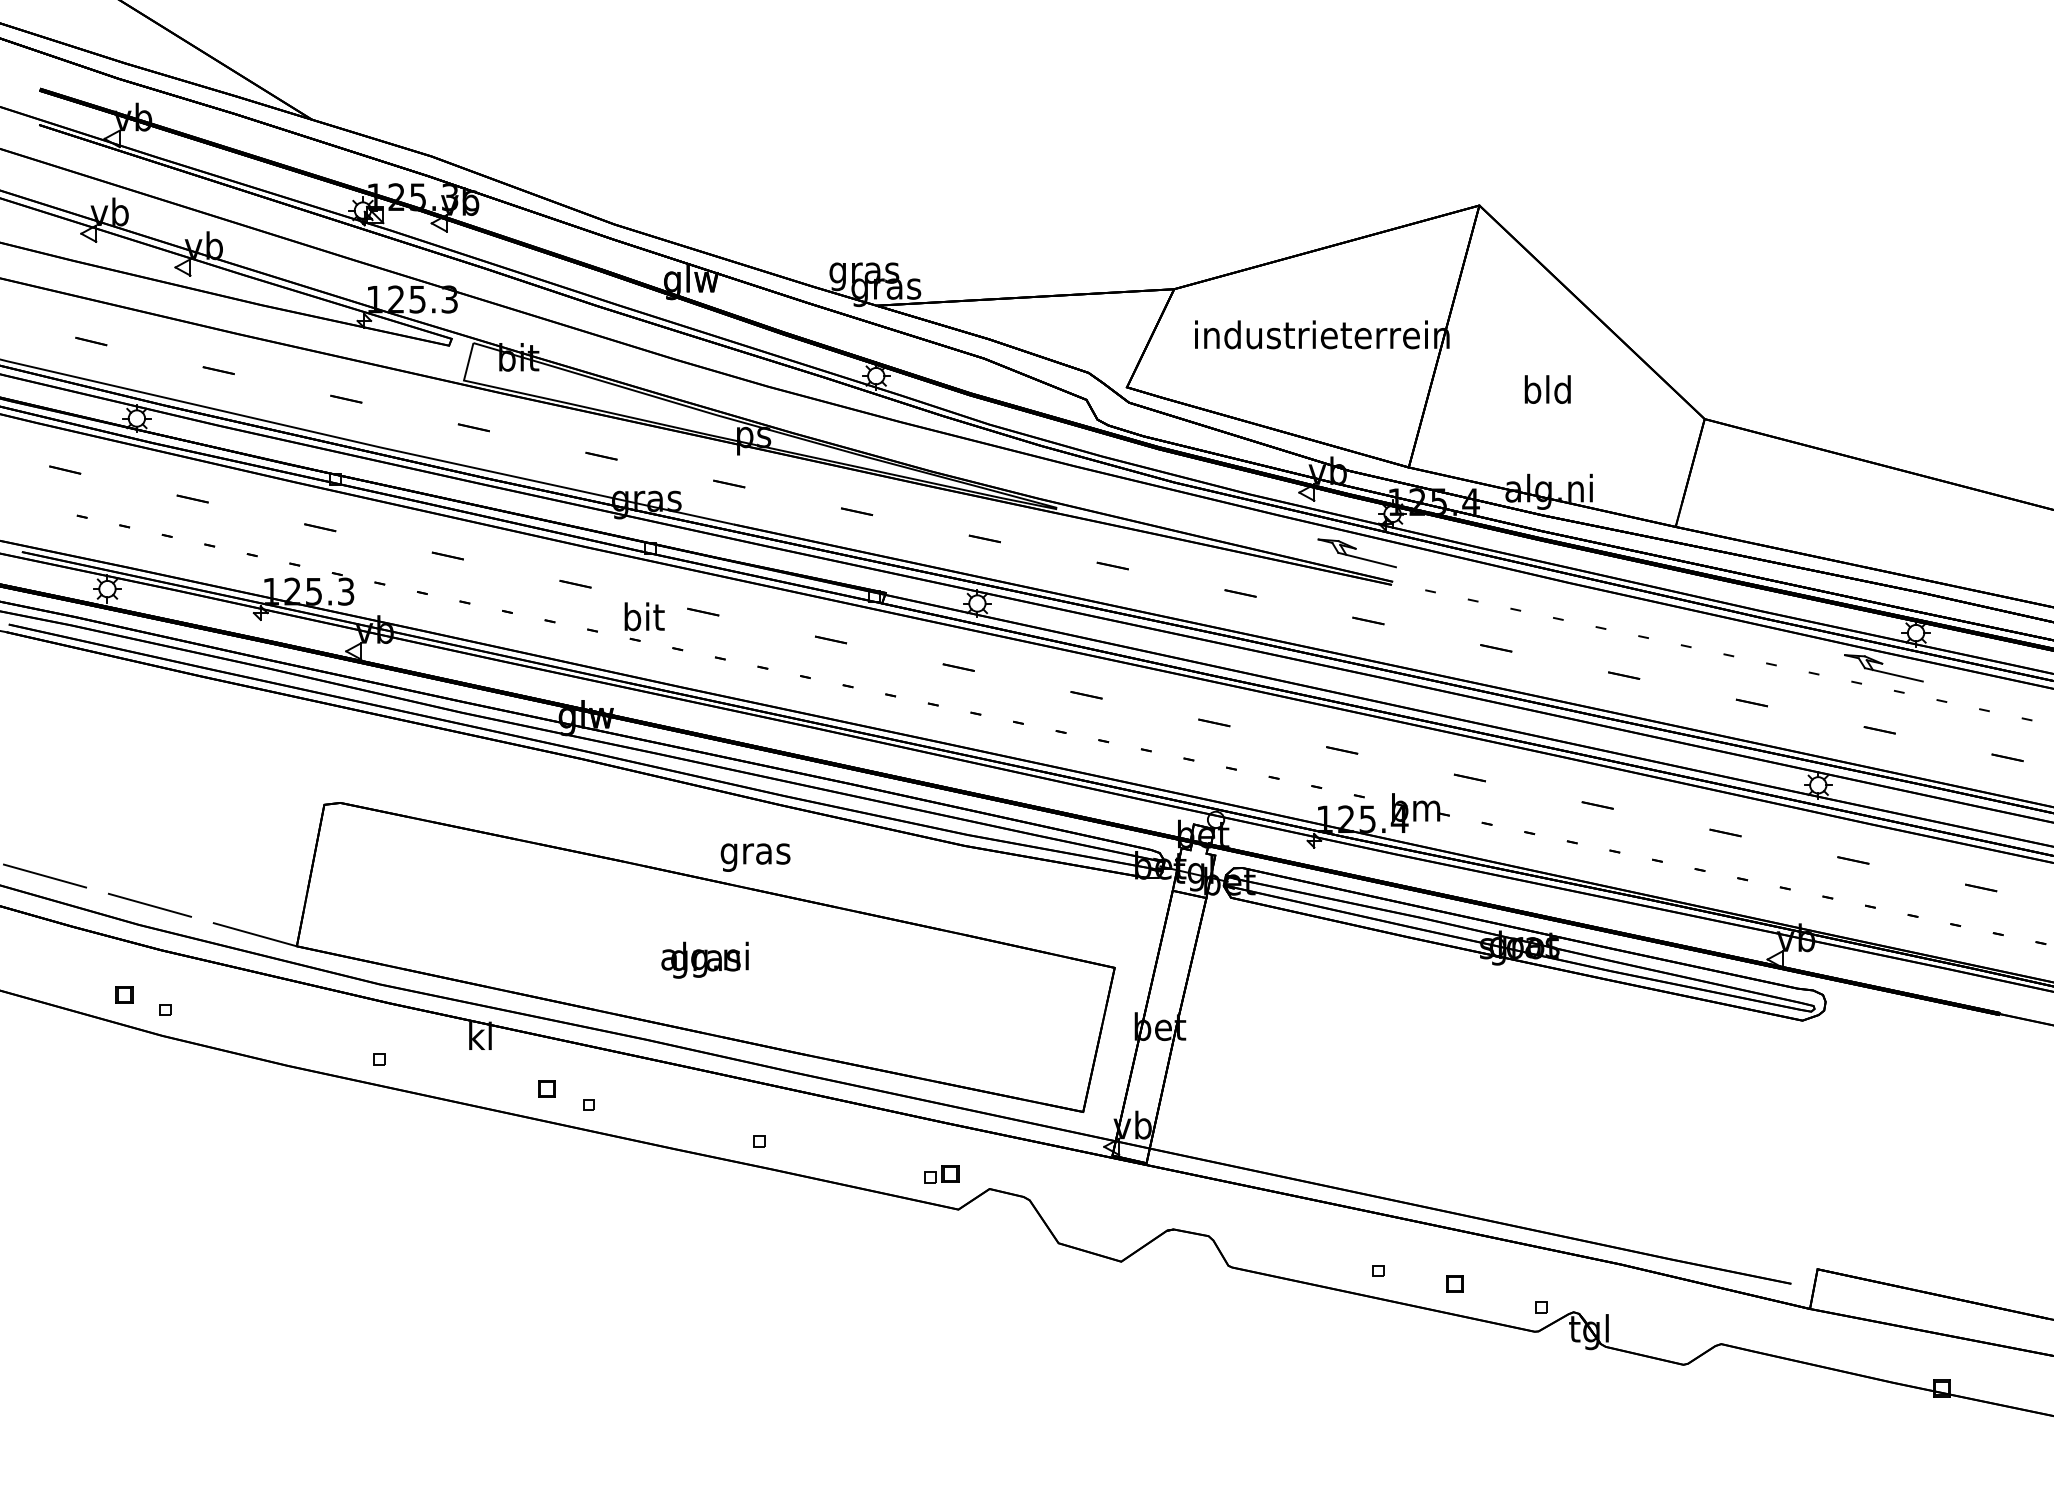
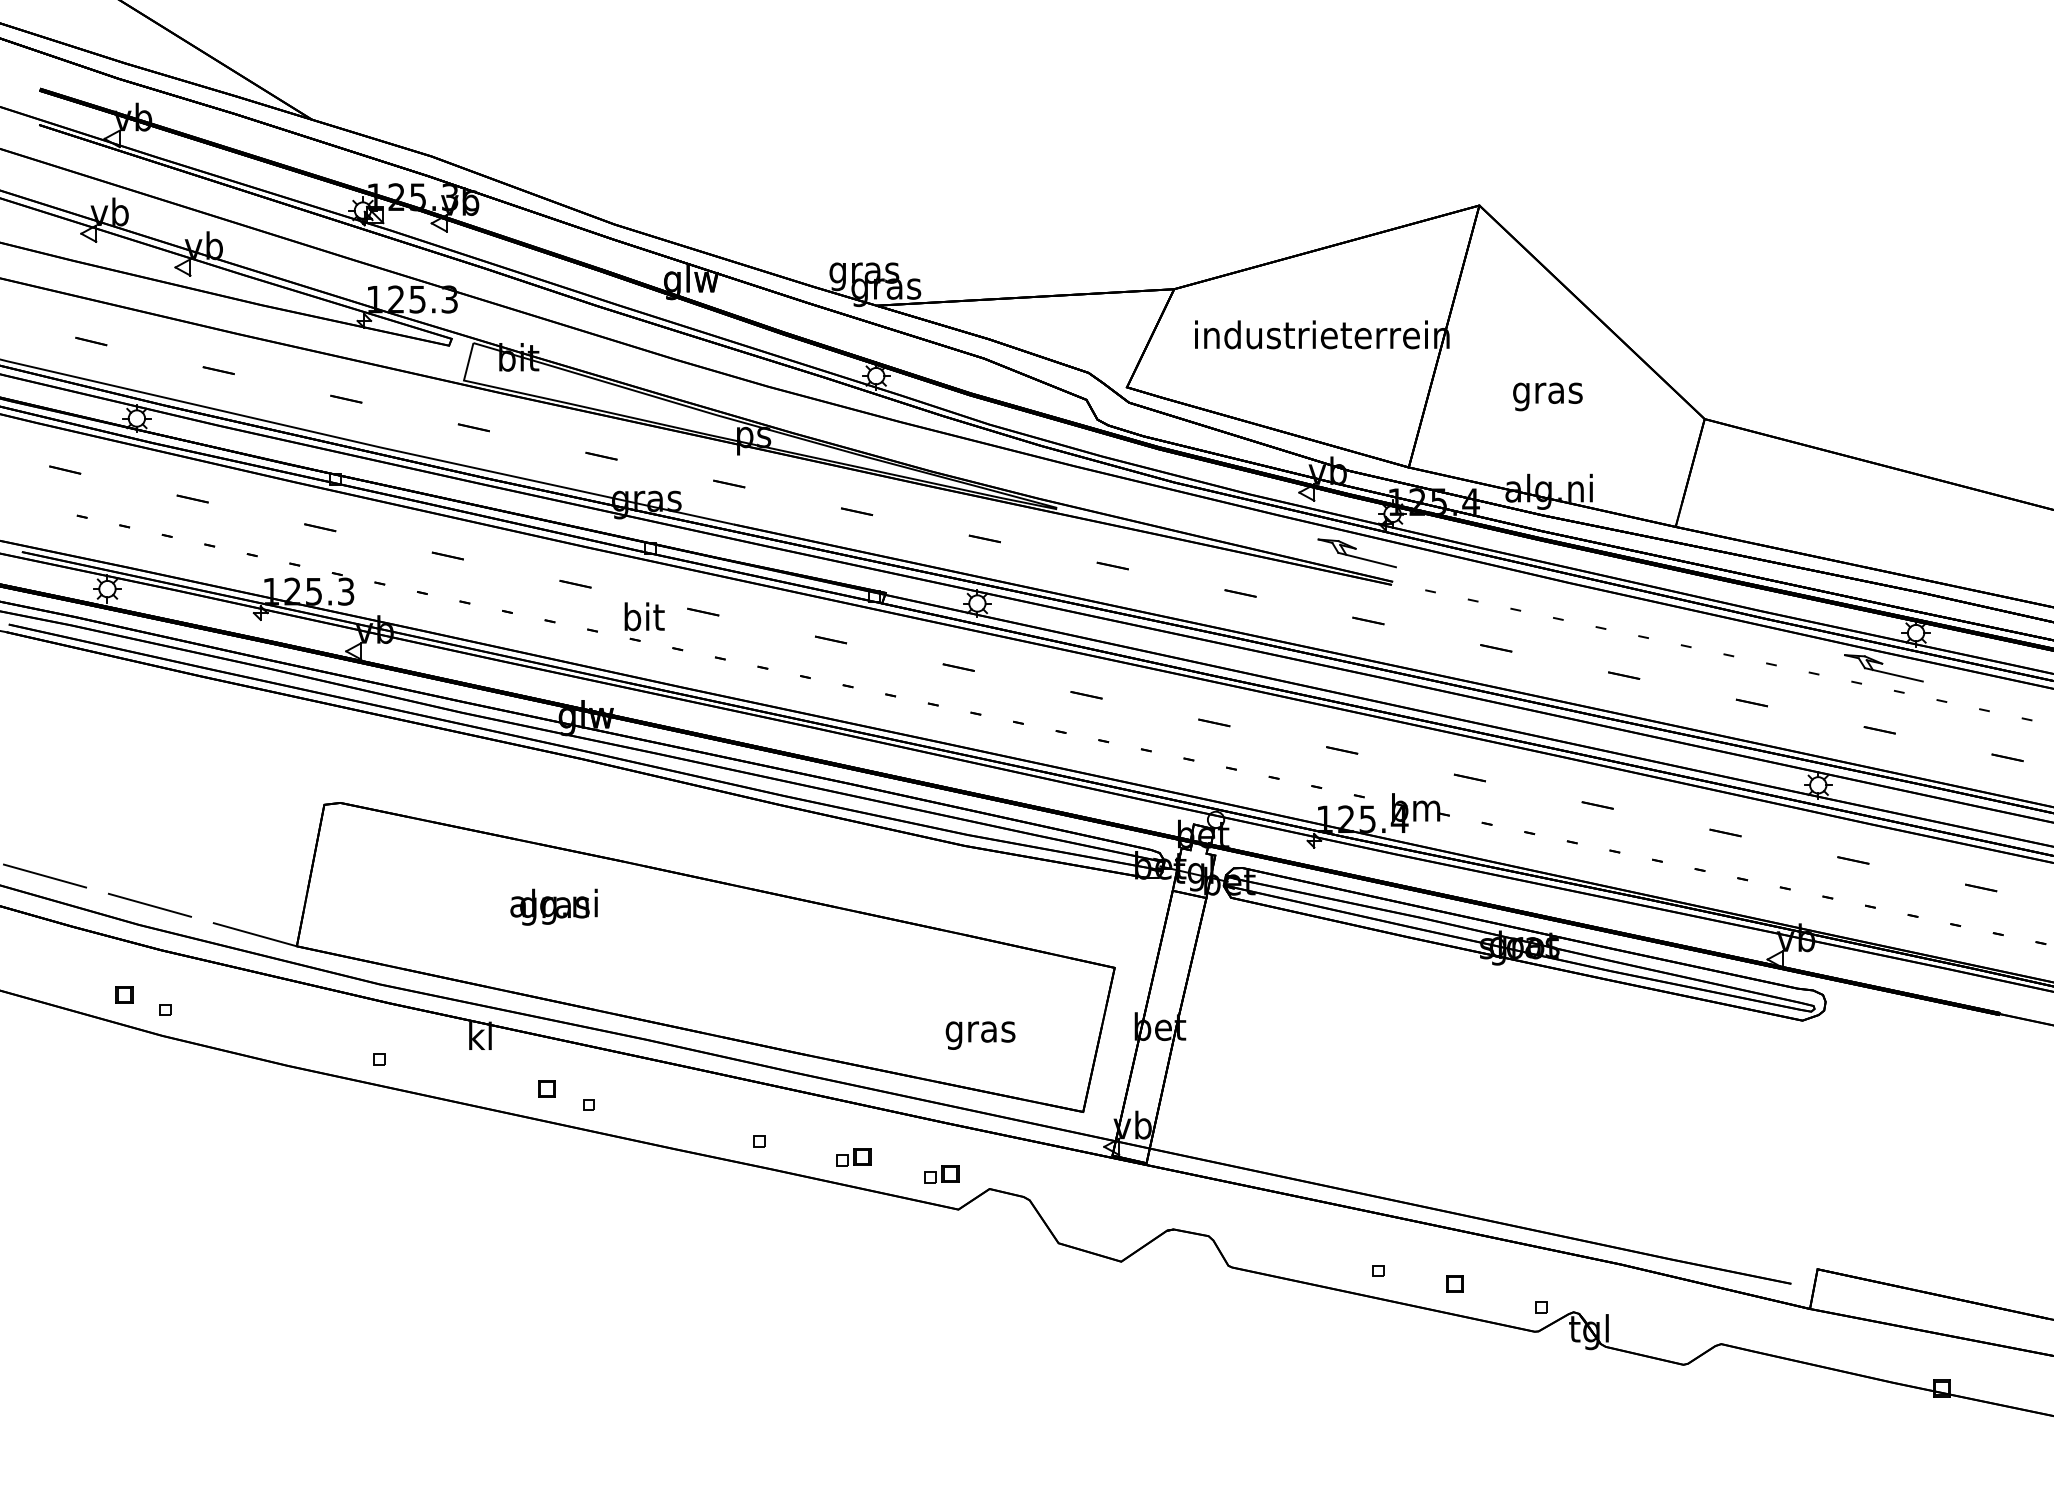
text at (1547, 393): bld -> gras
text at (755, 857) position: (755, 857) -> (980, 1035)
text at (704, 959) position: (704, 959) -> (553, 906)
part at (853, 1157): none -> present
